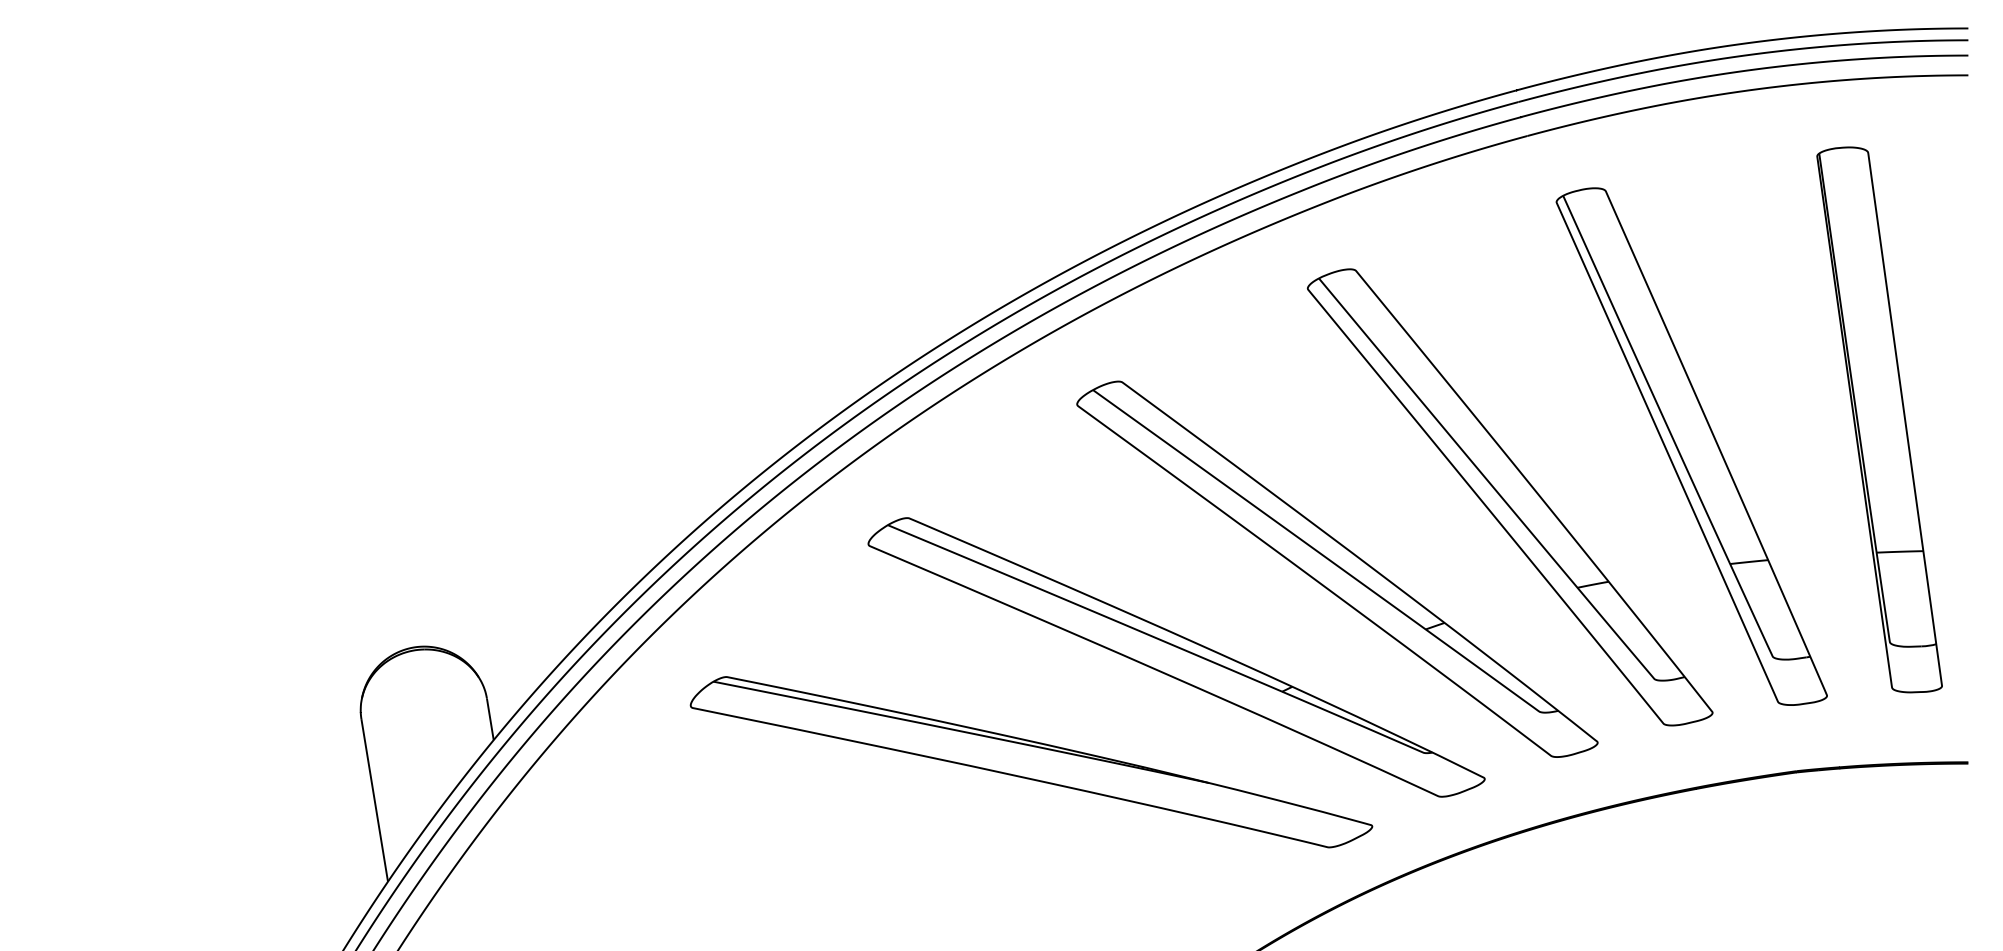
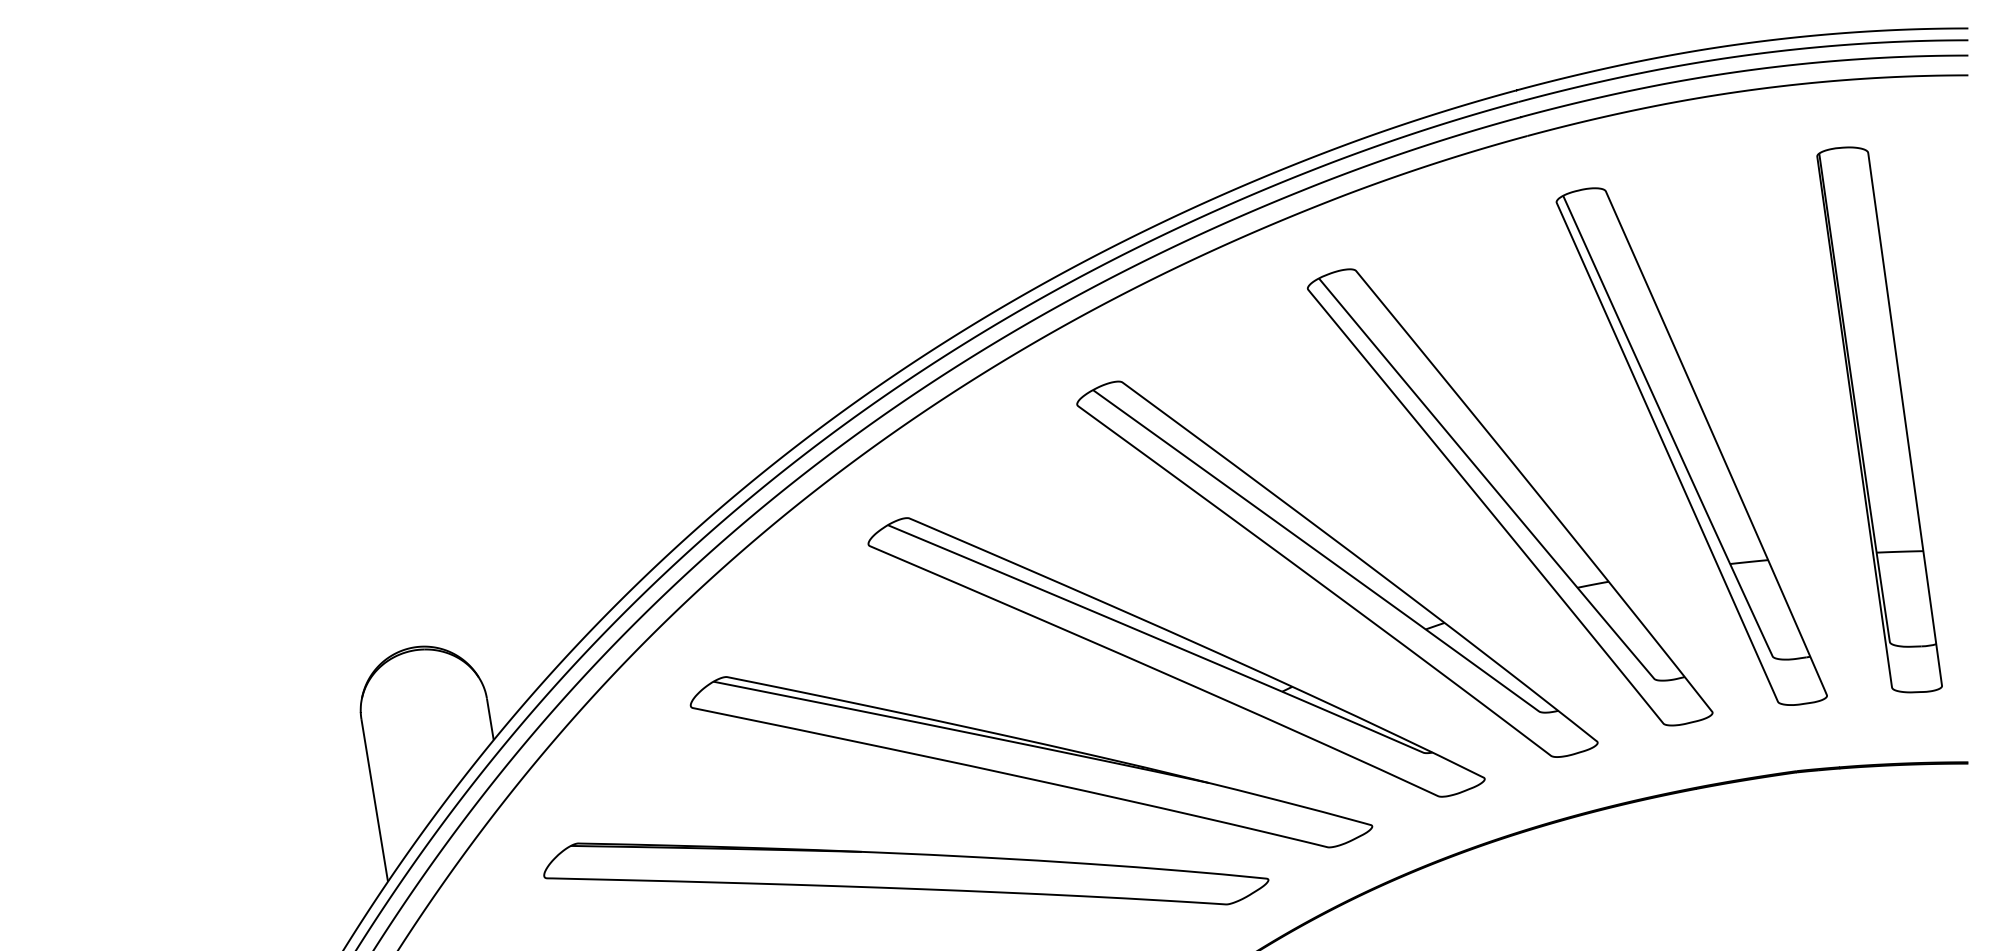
part at (906, 873): none -> present
